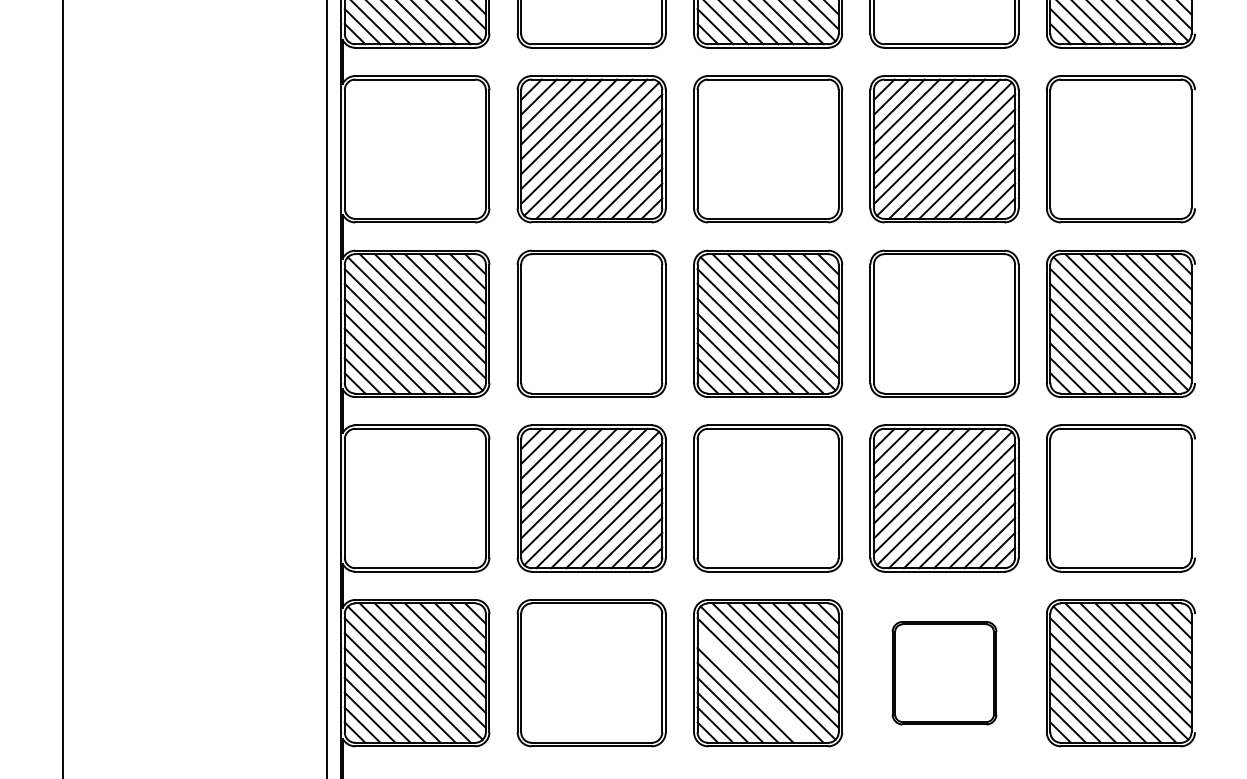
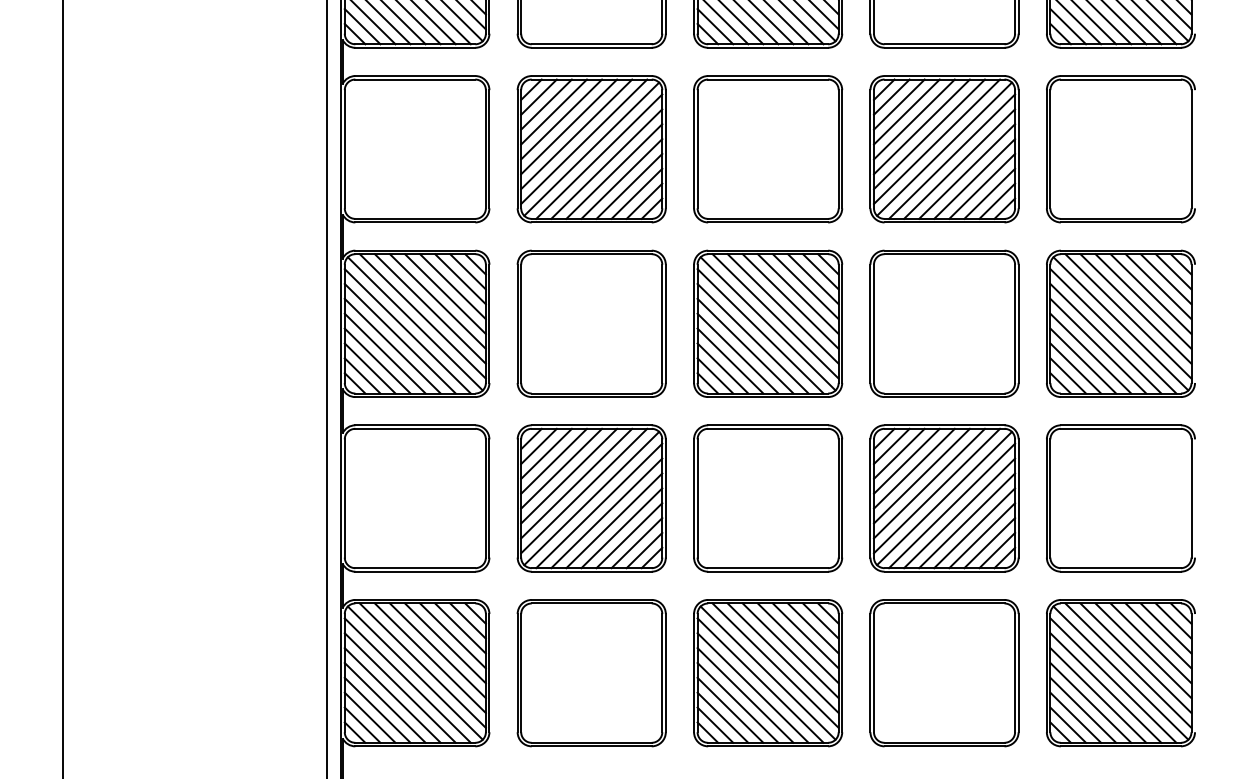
part at (944, 673) size: 107x105 px -> 151x149 px
line at (752, 687): none -> present
